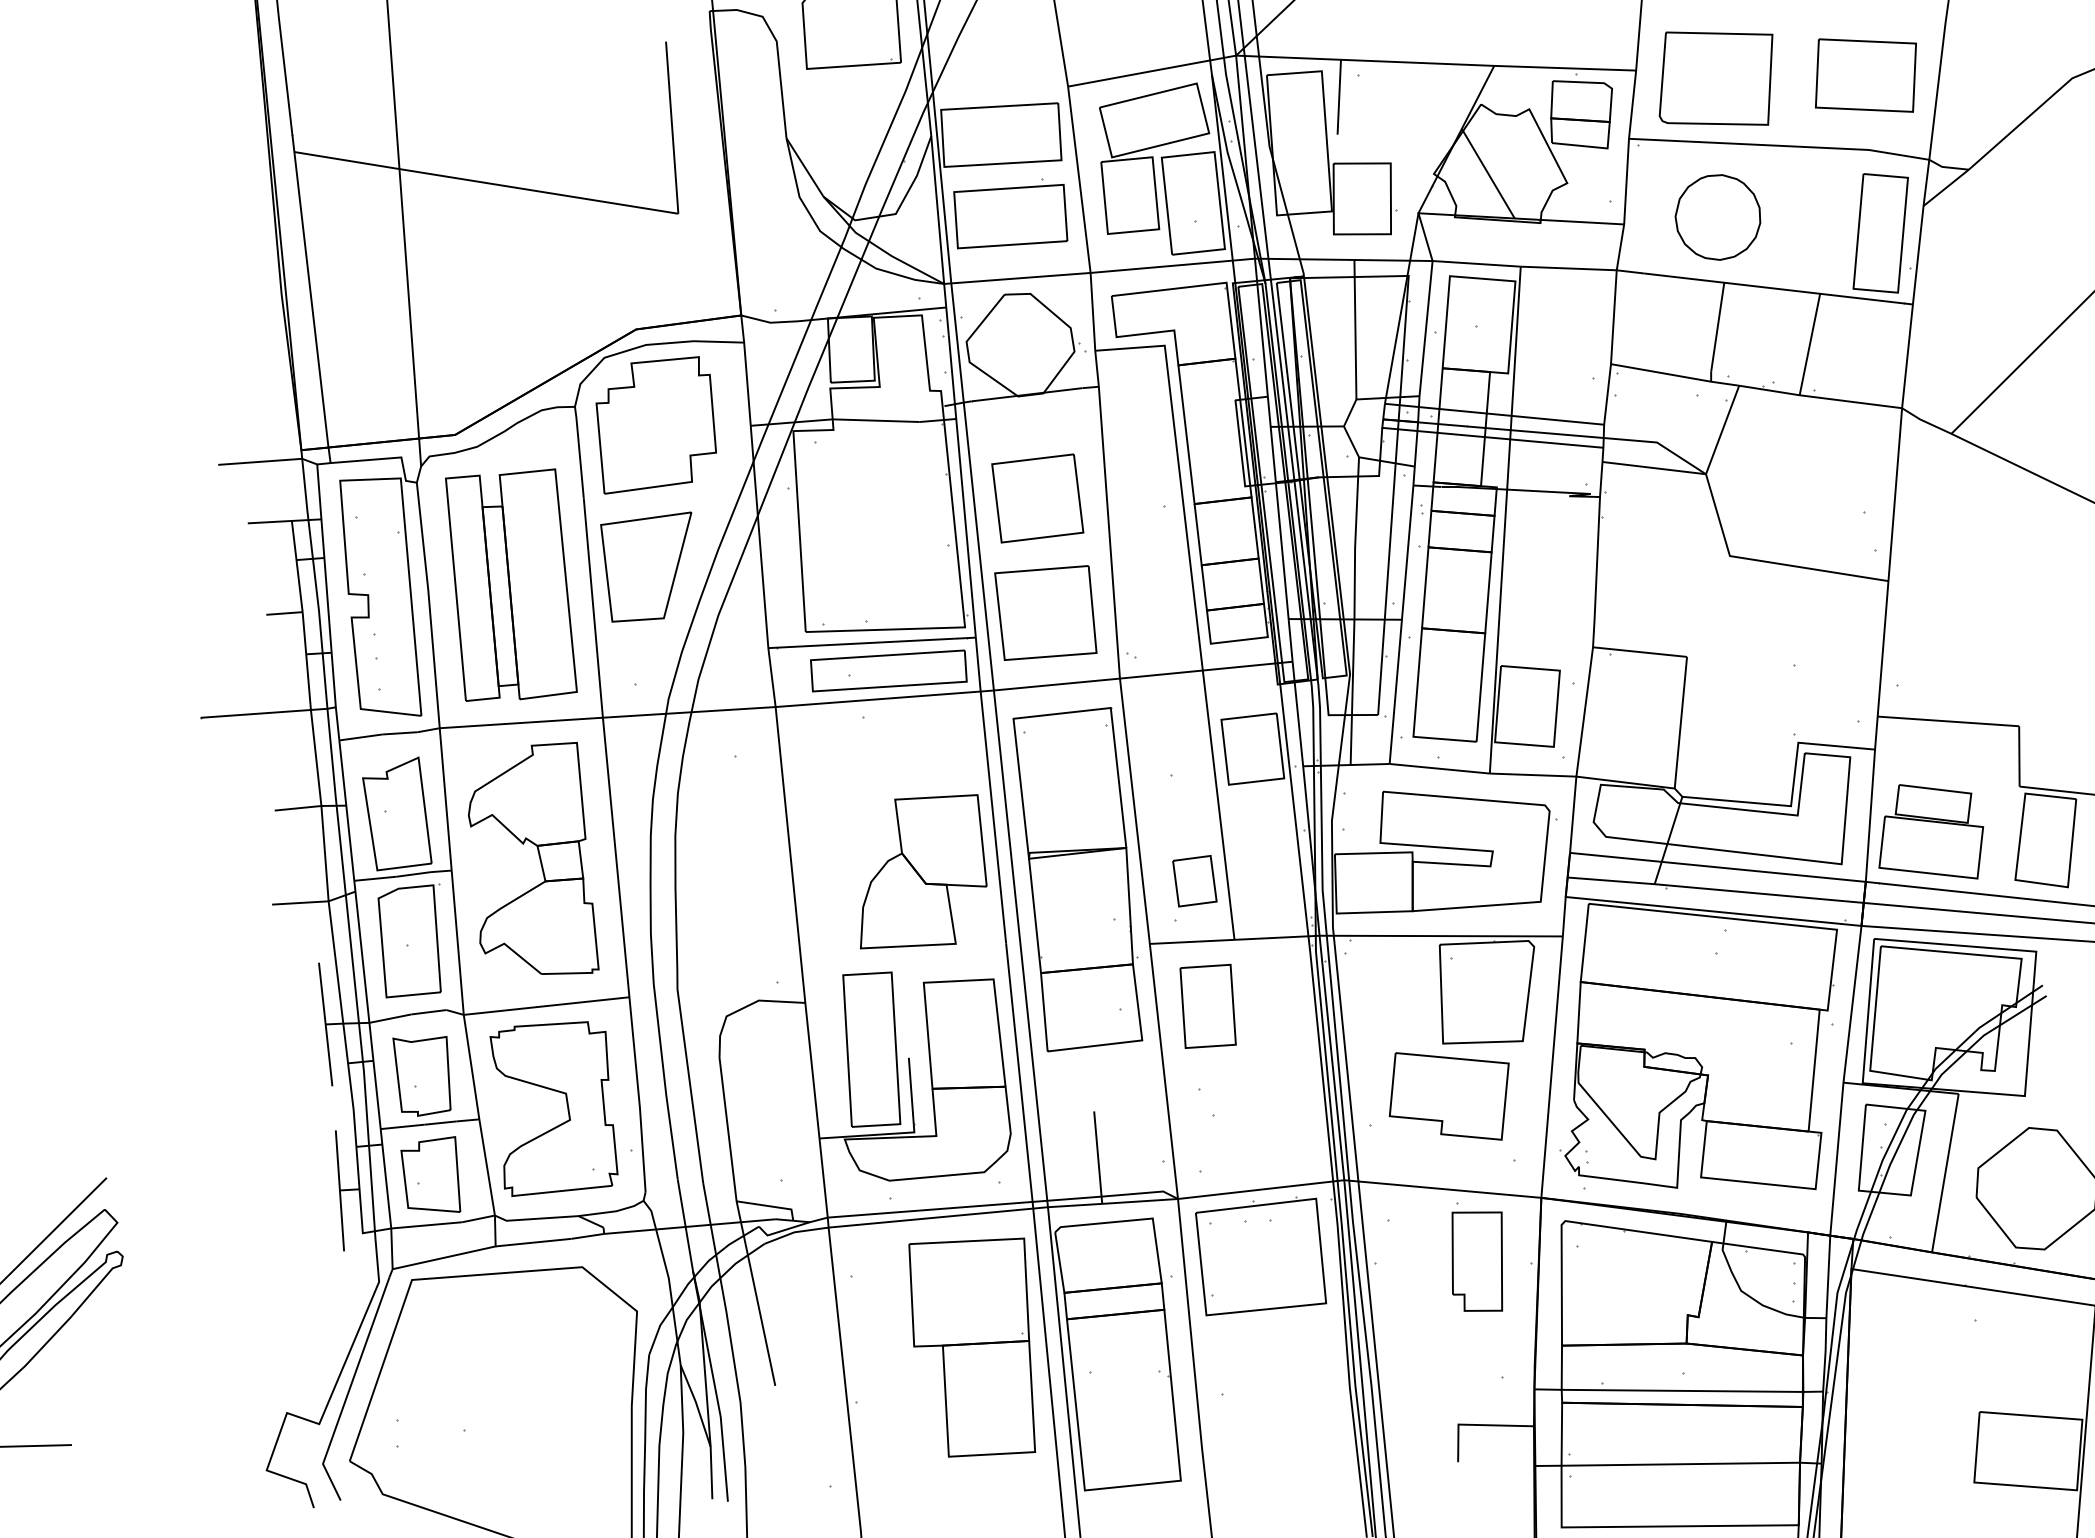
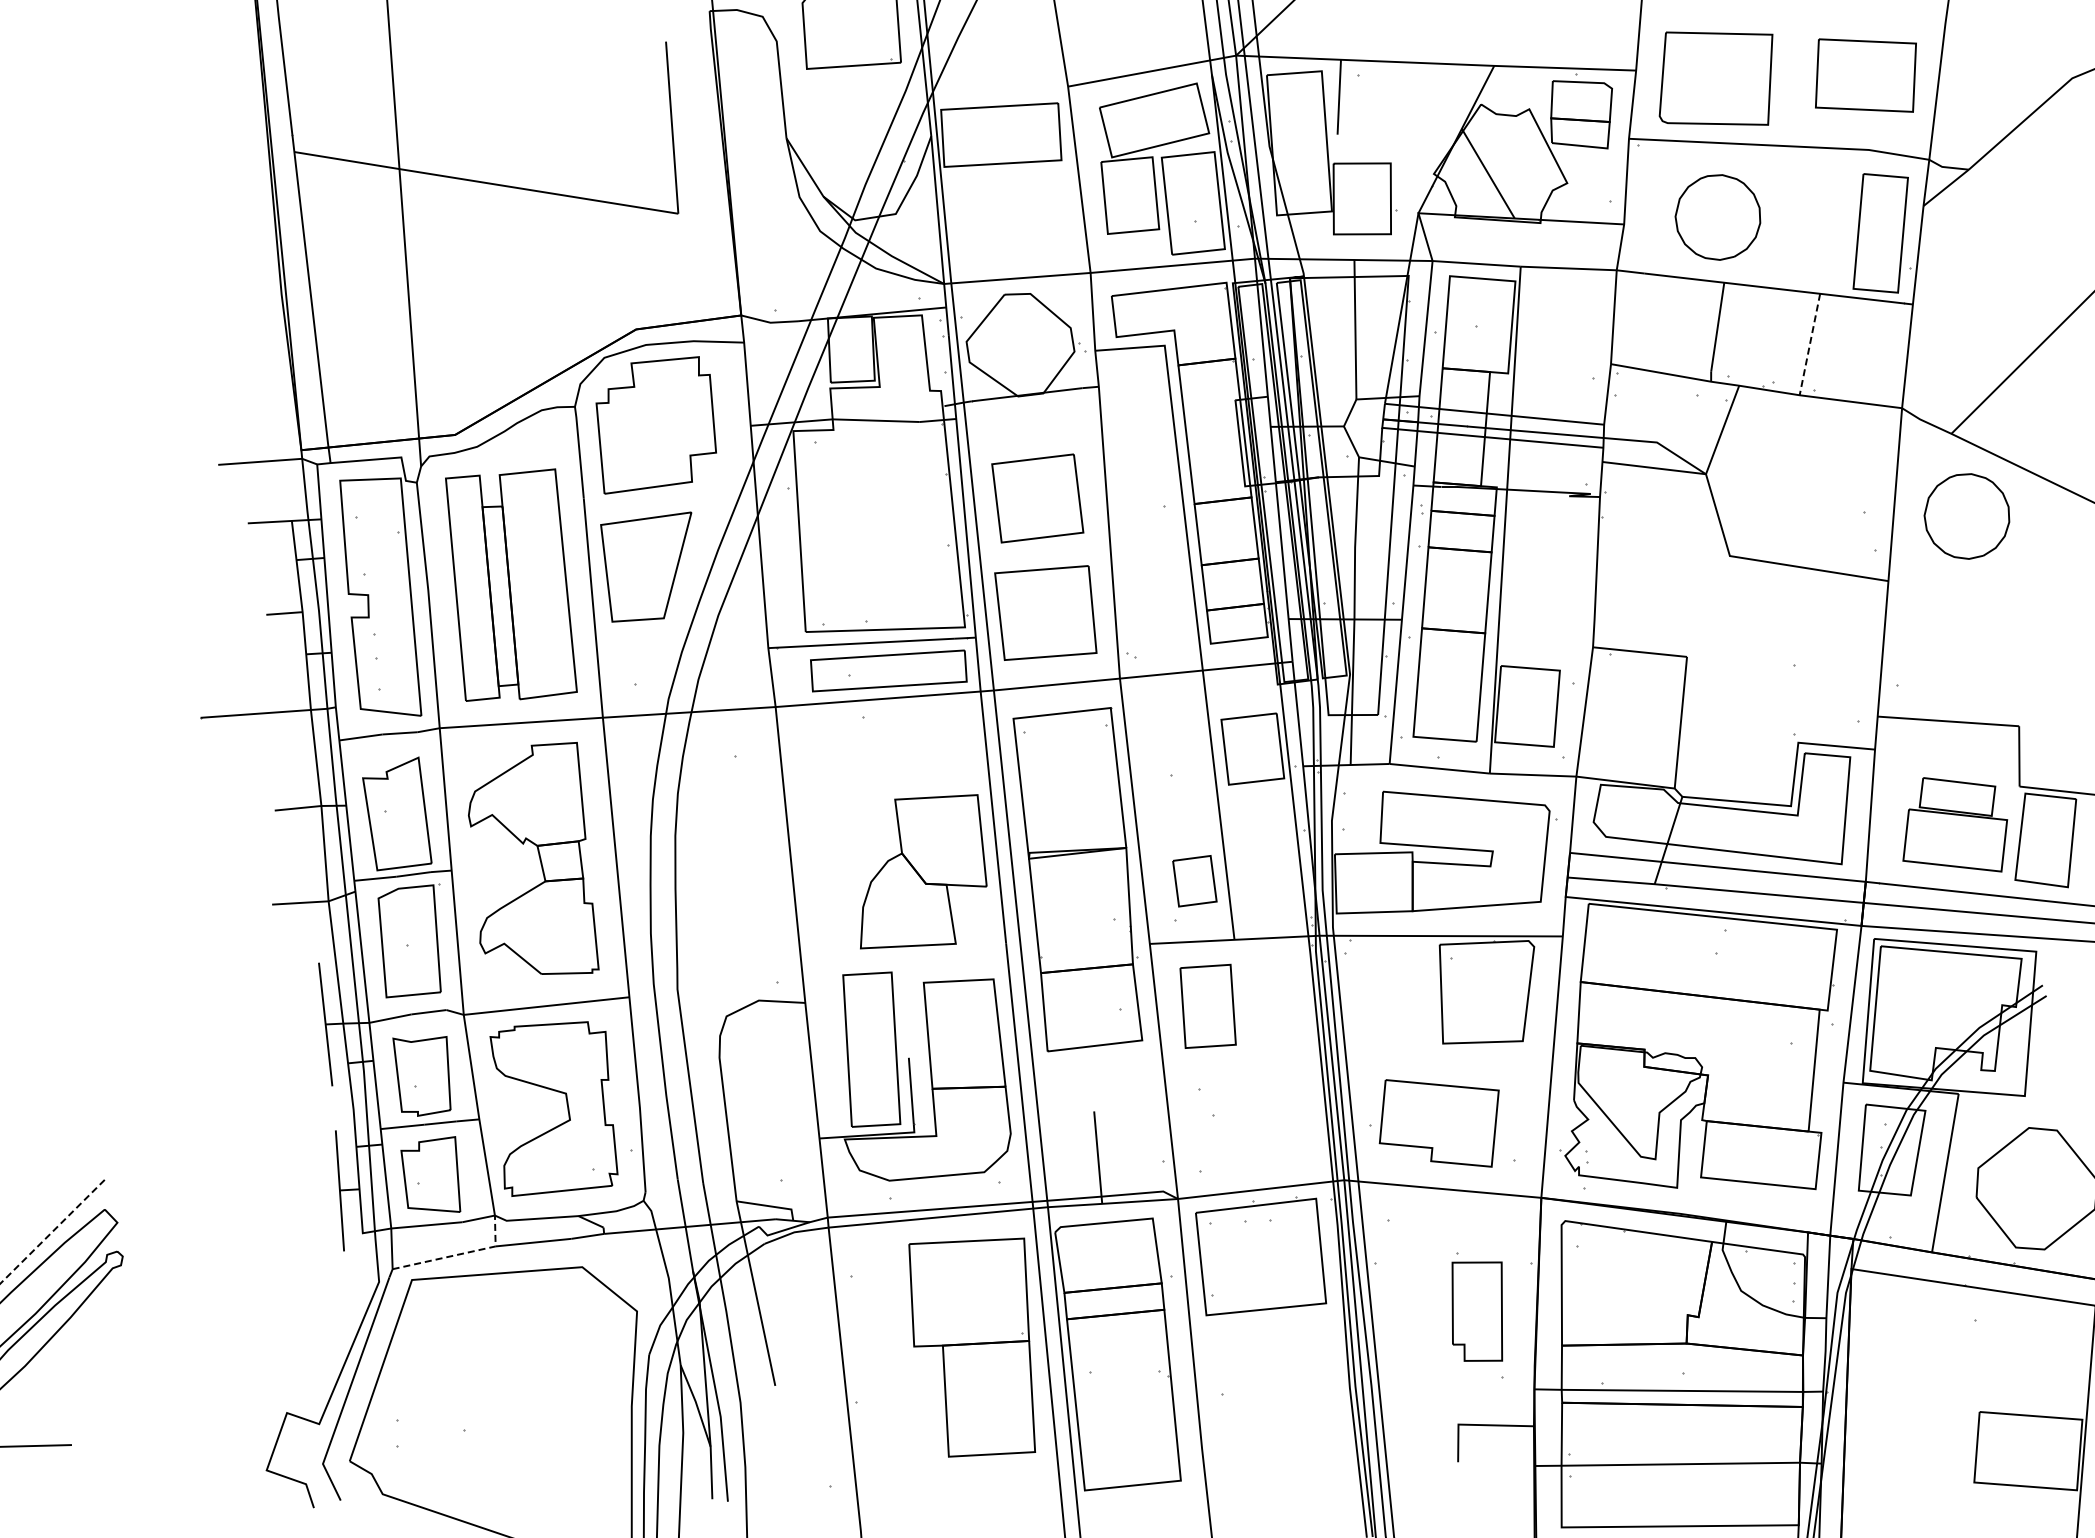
part at (1010, 213): present -> none
line at (1809, 344): solid -> dashed
part at (1966, 516): none -> present
part at (1931, 831) position: (1931, 831) -> (1955, 824)
part at (1448, 1096) position: (1448, 1096) -> (1438, 1123)
line at (53, 1230): solid -> dashed
line at (459, 1254): solid -> dashed
part at (1477, 1256) position: (1477, 1256) -> (1477, 1306)
